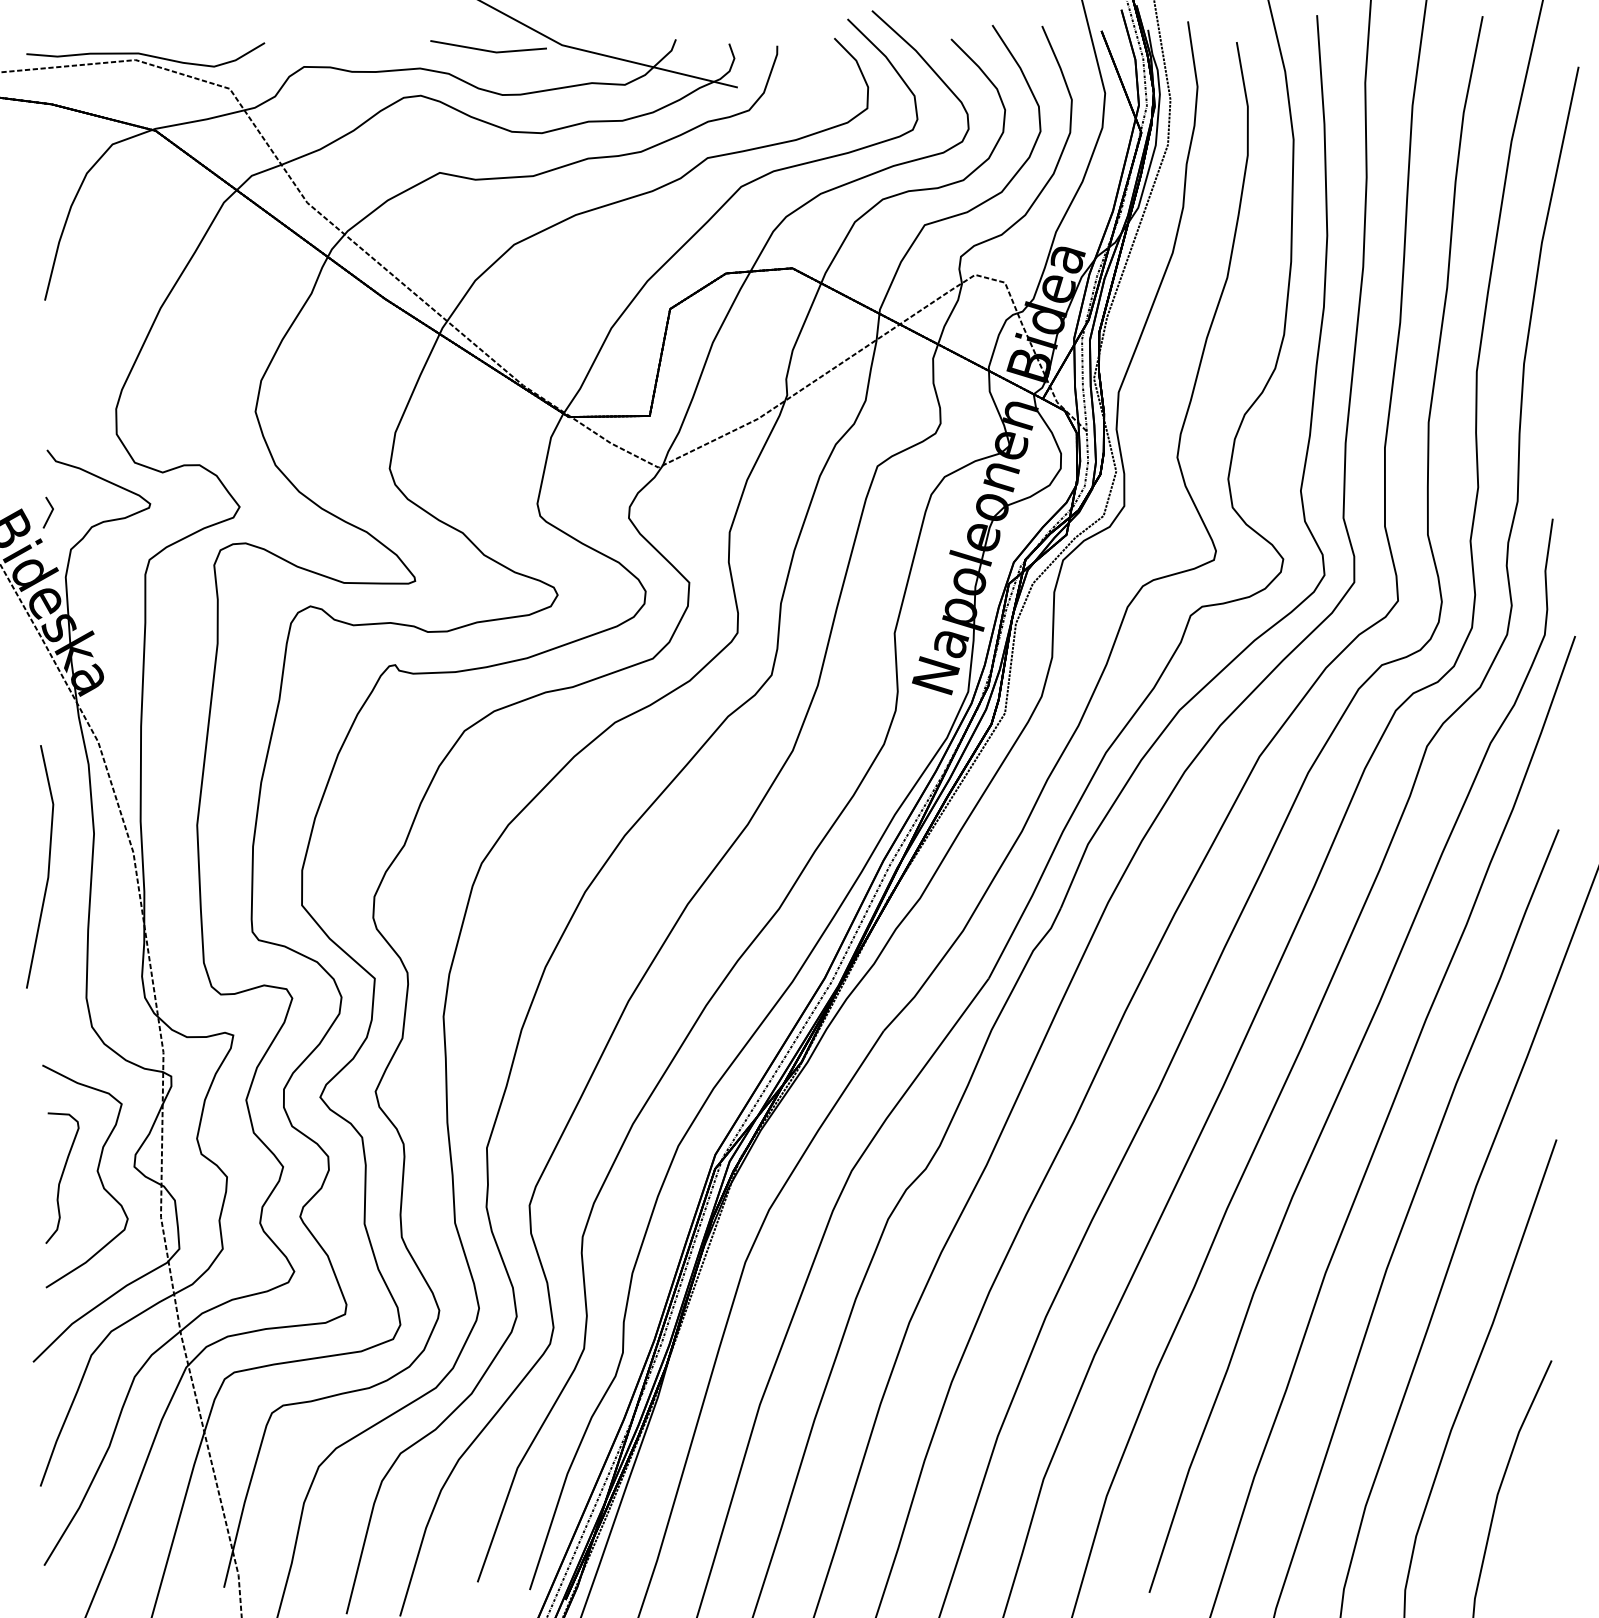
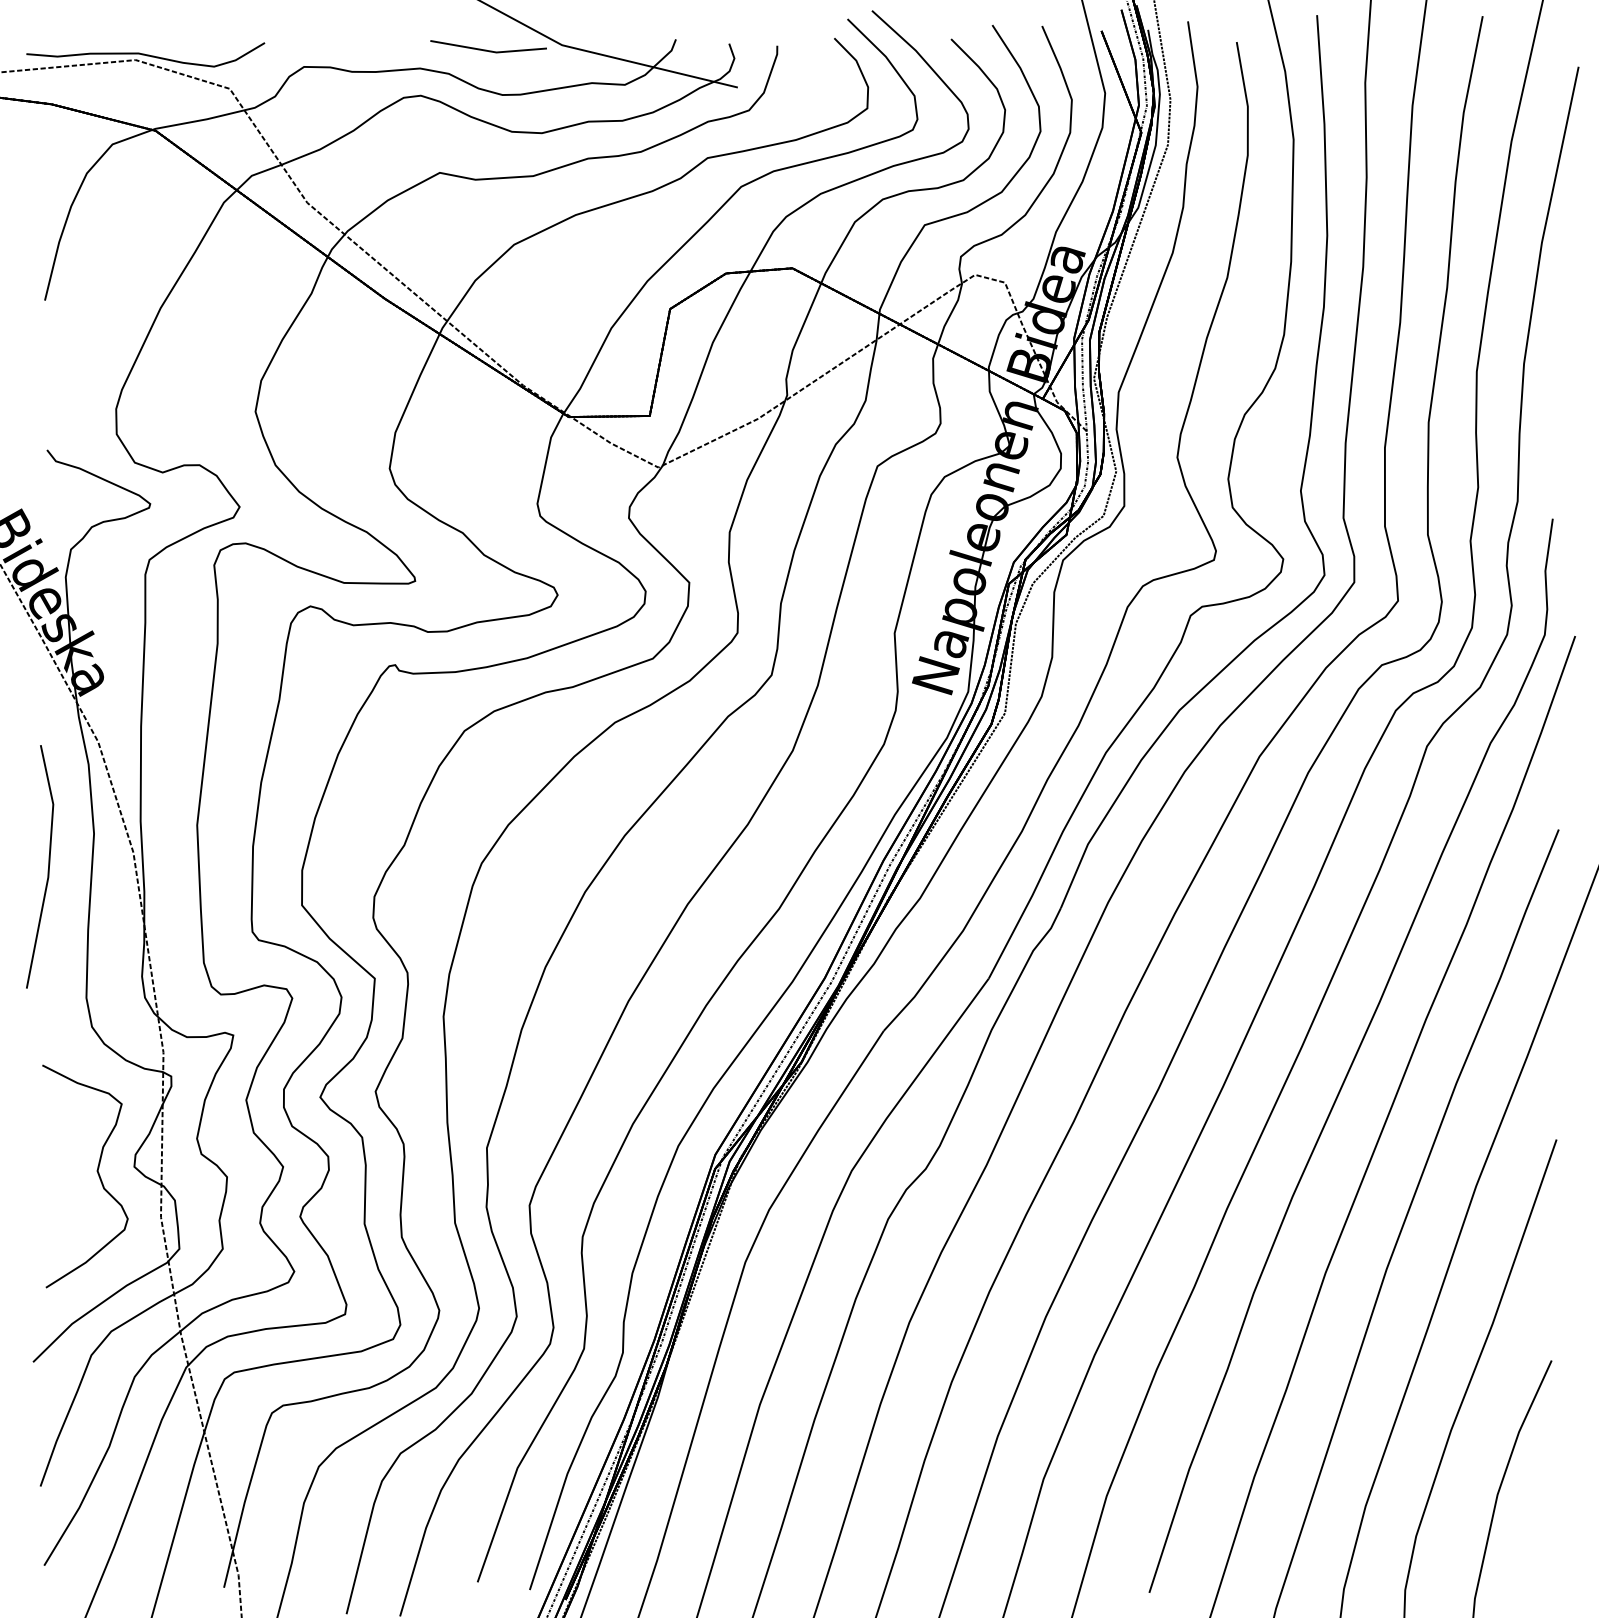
line at (49, 513): present -> none
curve at (62, 1177): present -> none
